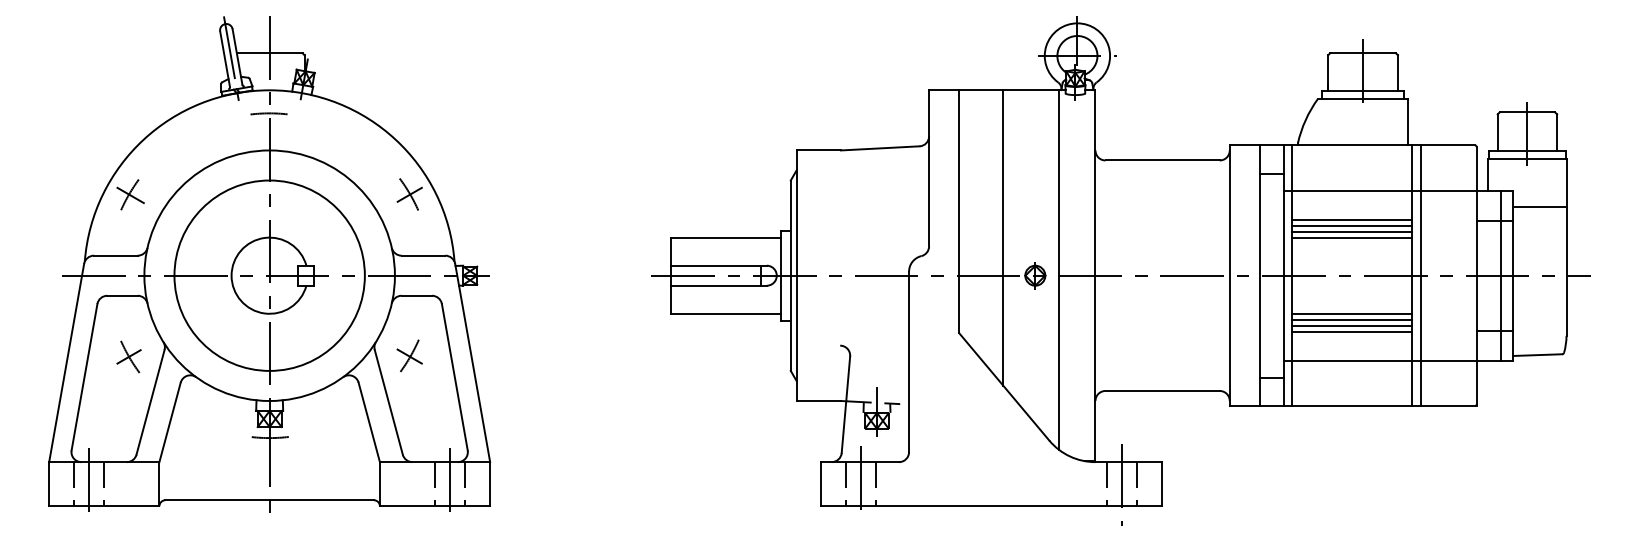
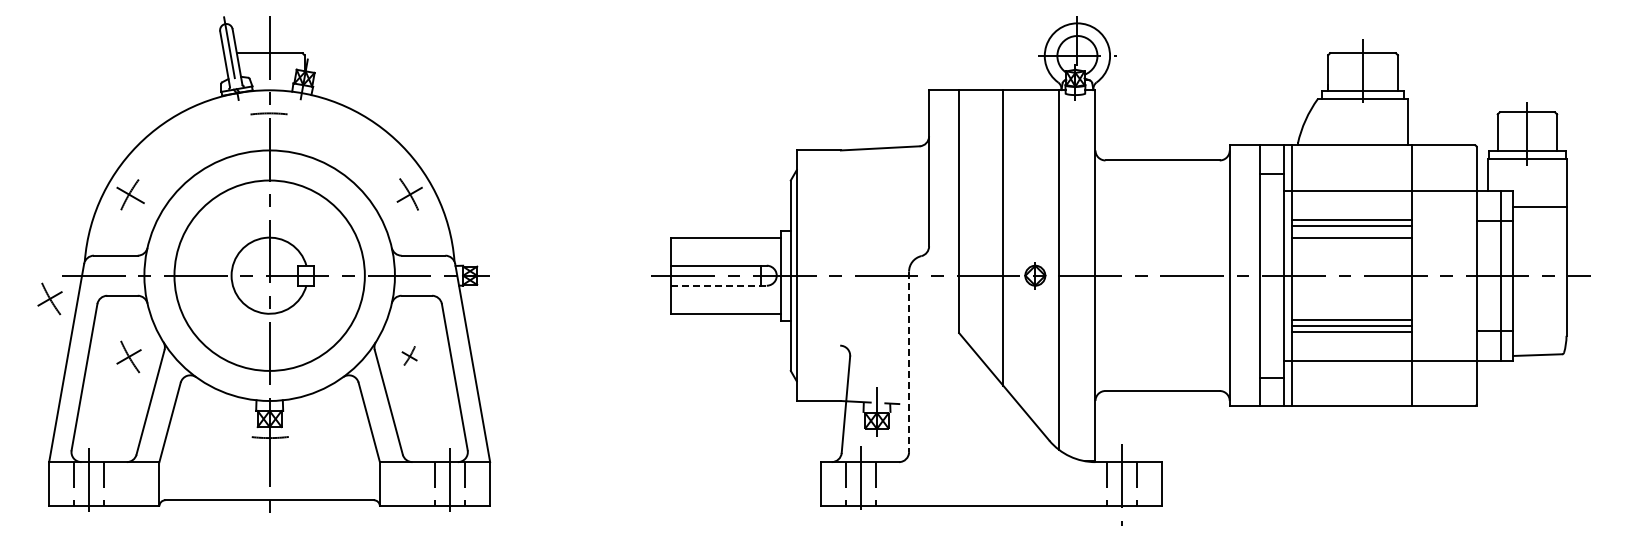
line at (1351, 231): present -> none
line at (1420, 275): present -> none
line at (719, 285): solid -> dashed
part at (49, 298): none -> present
line at (1351, 313): present -> none
part at (409, 355) size: 27x34 px -> 17x20 px
line at (909, 362): solid -> dashed
